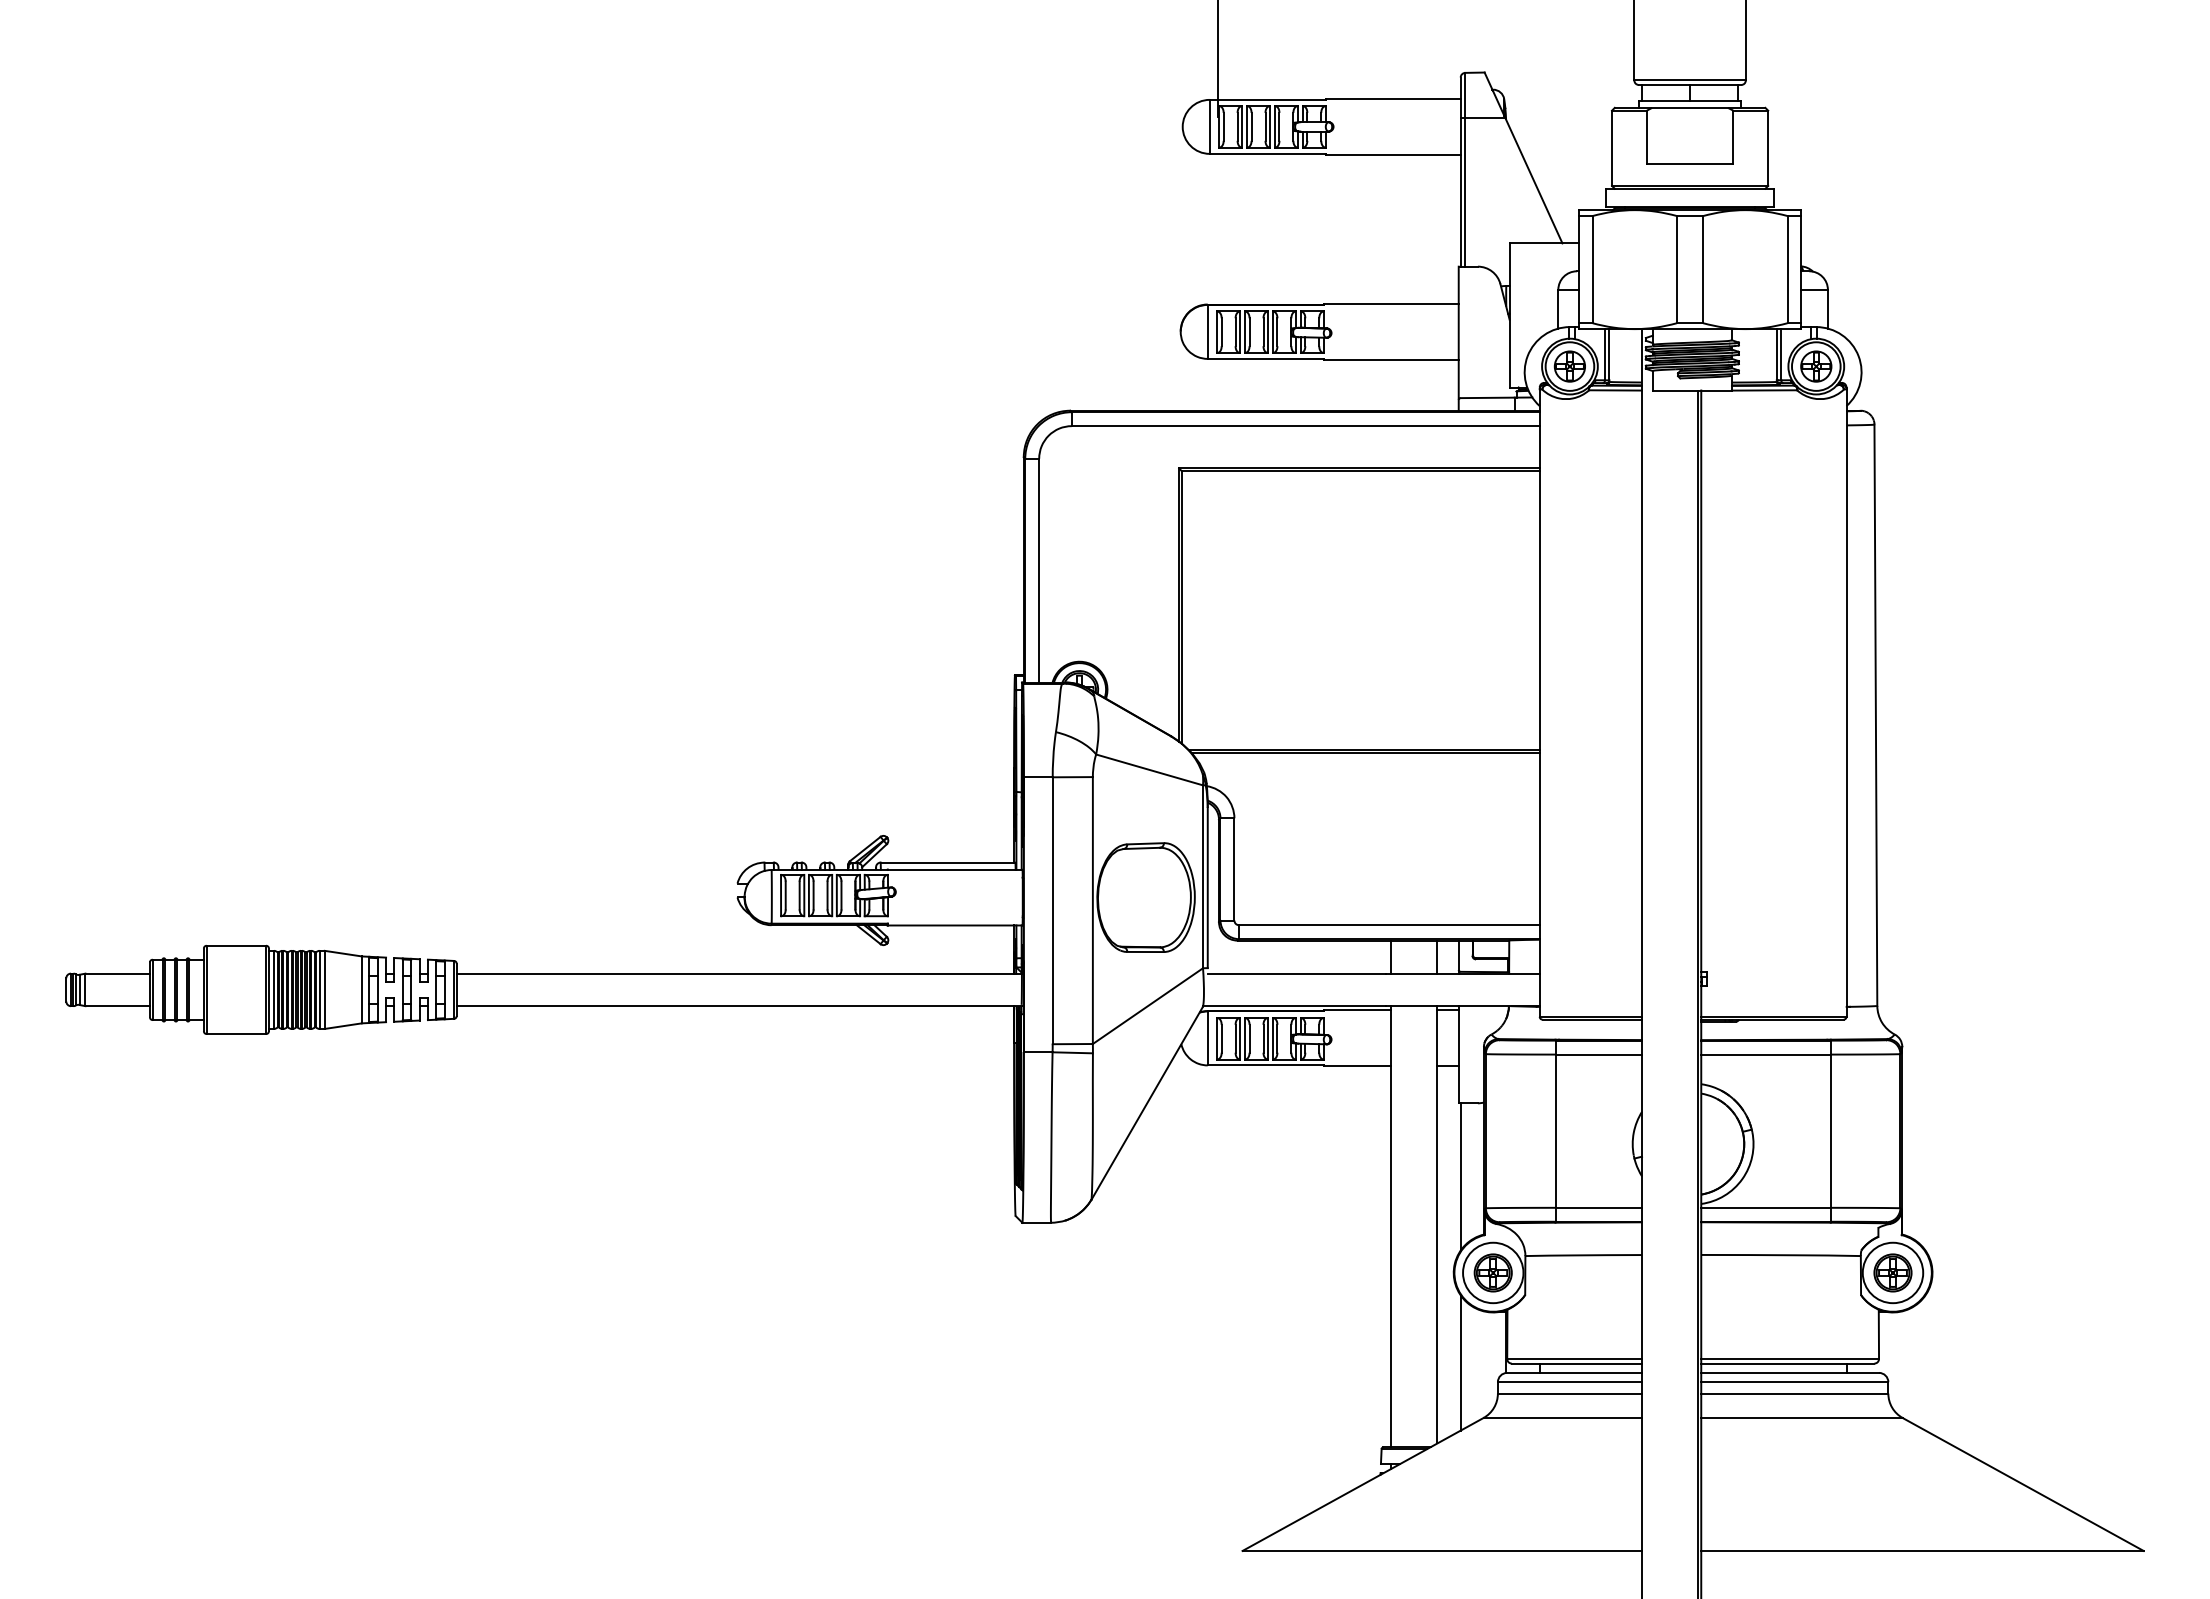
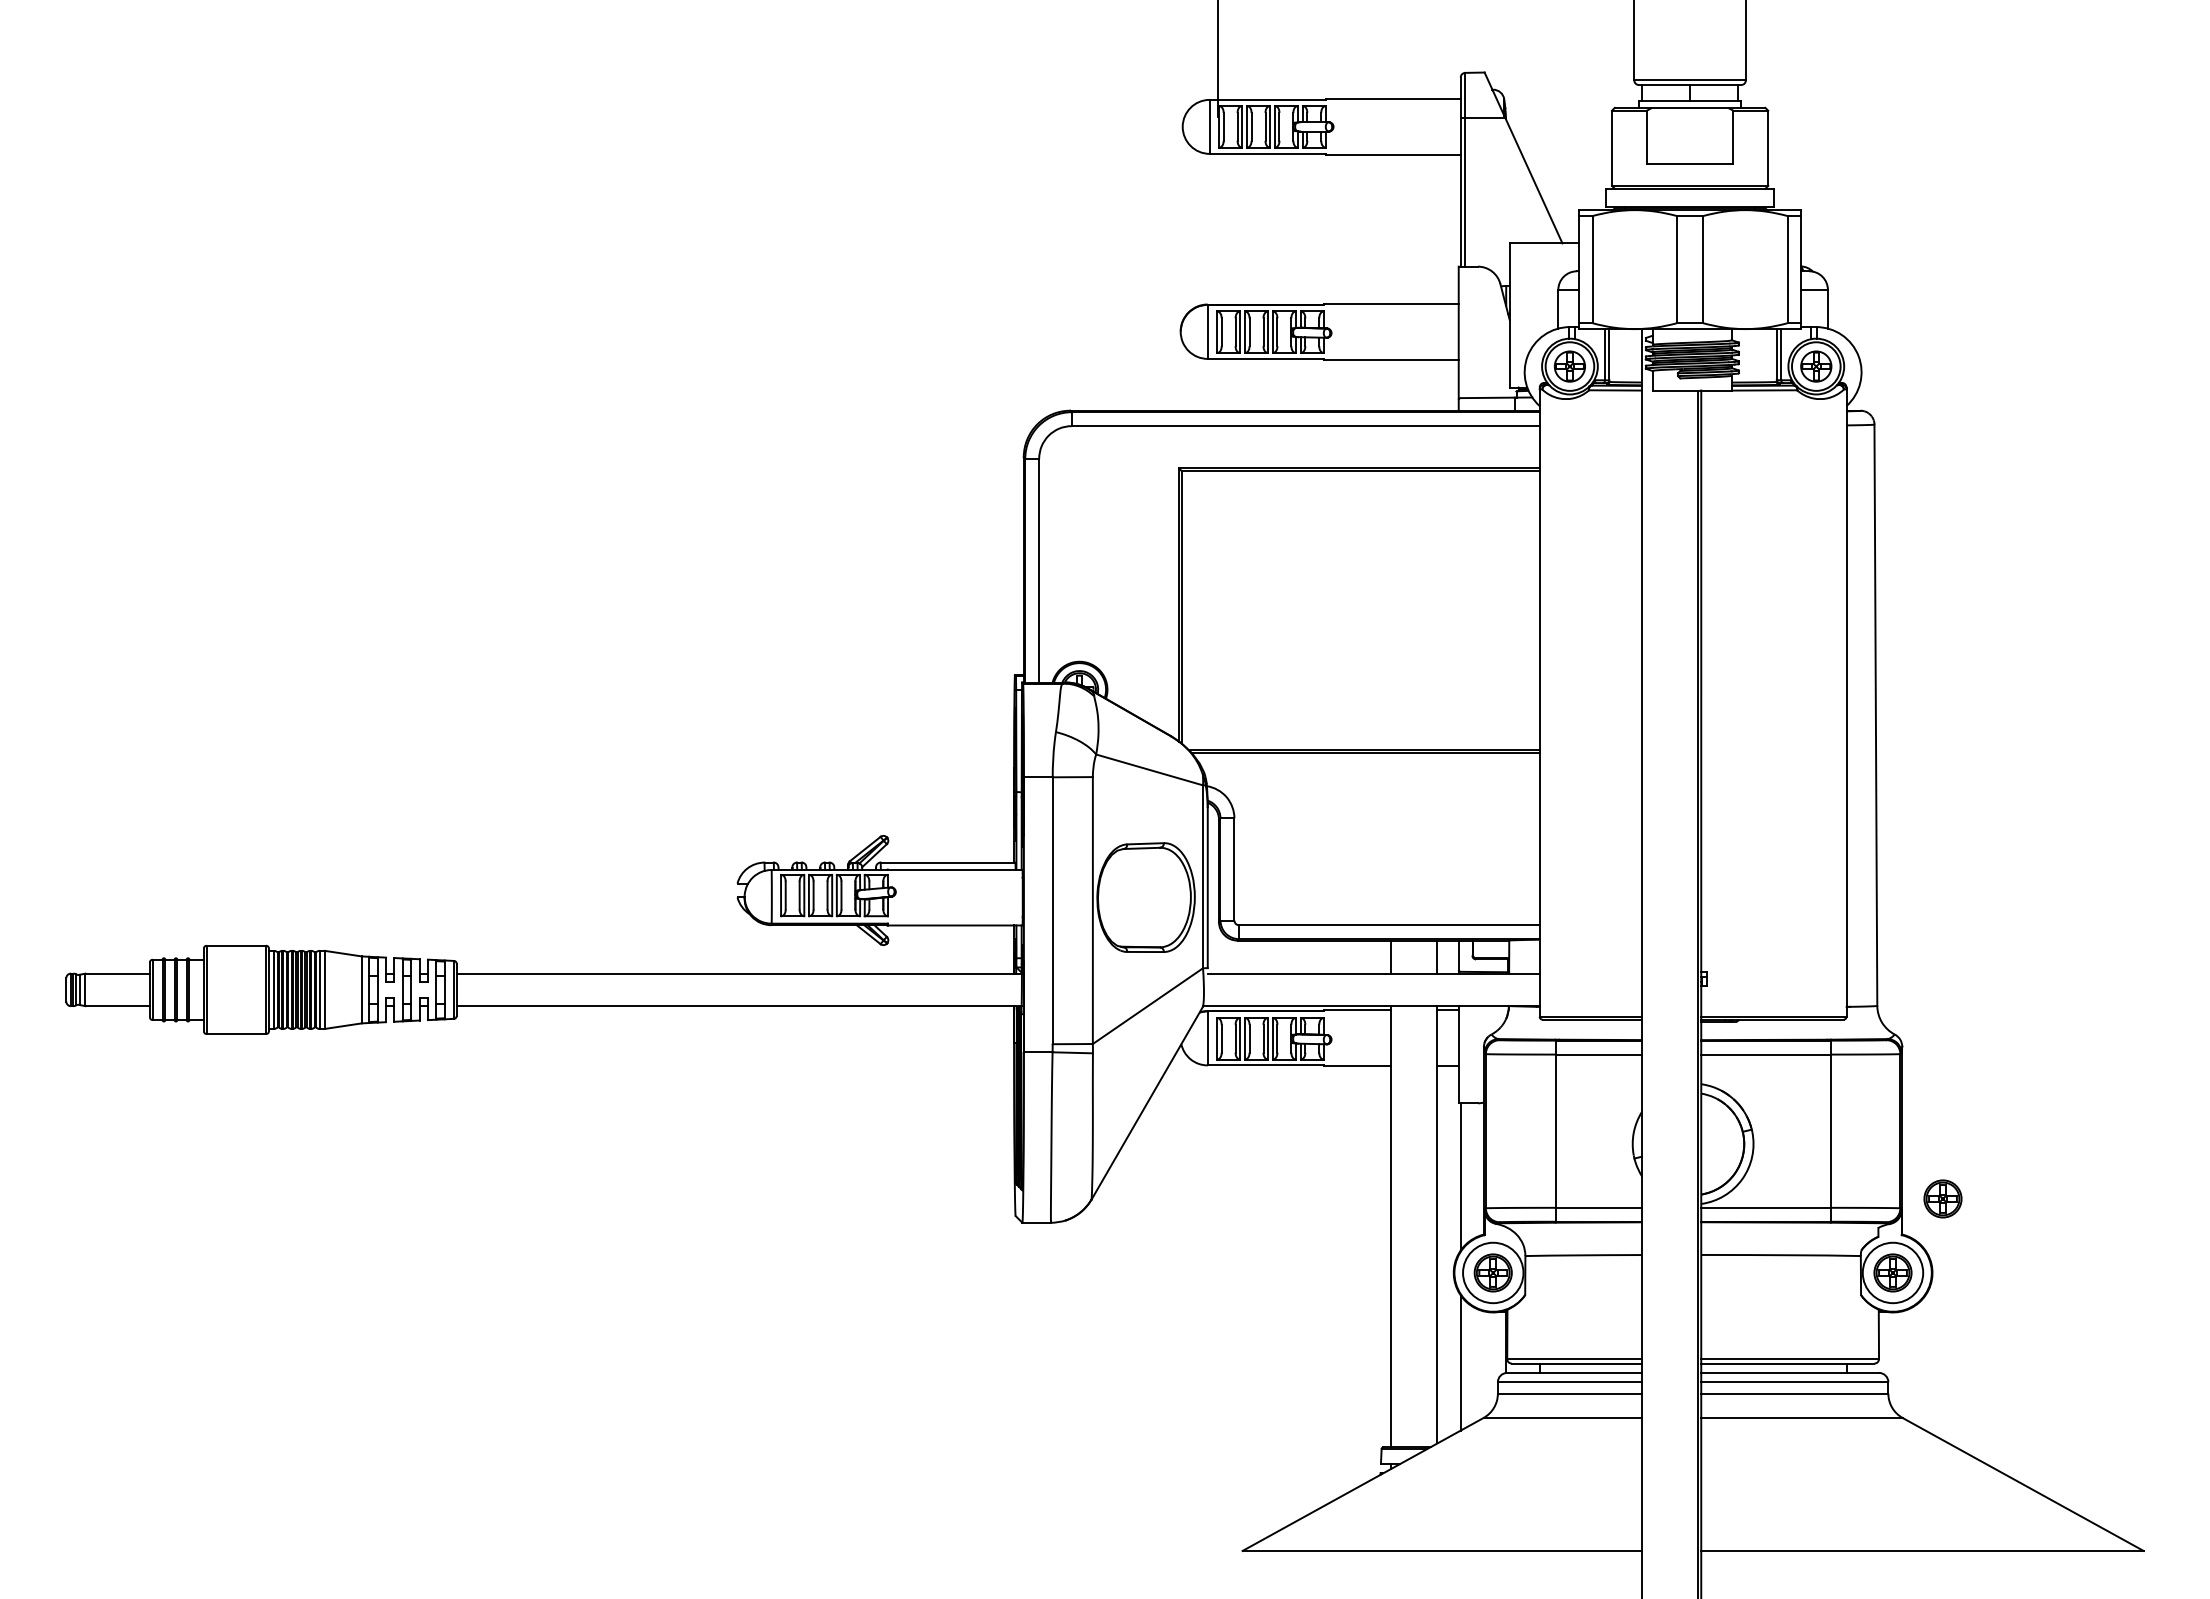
part at (1942, 1198): none -> present
